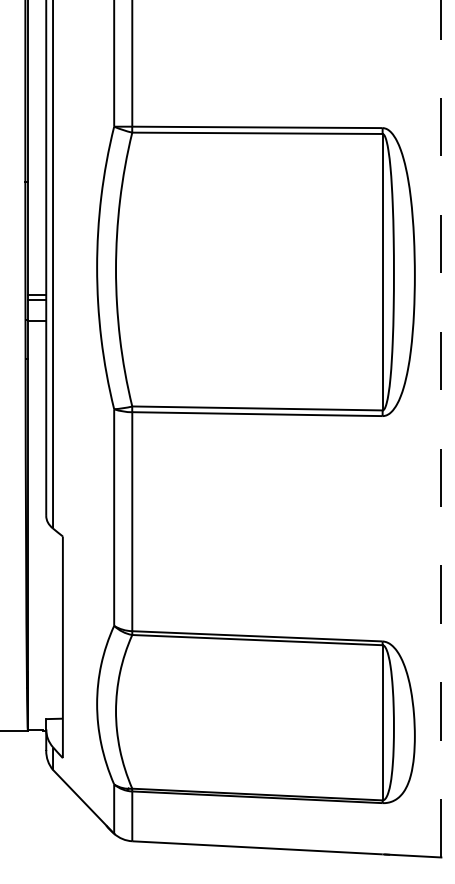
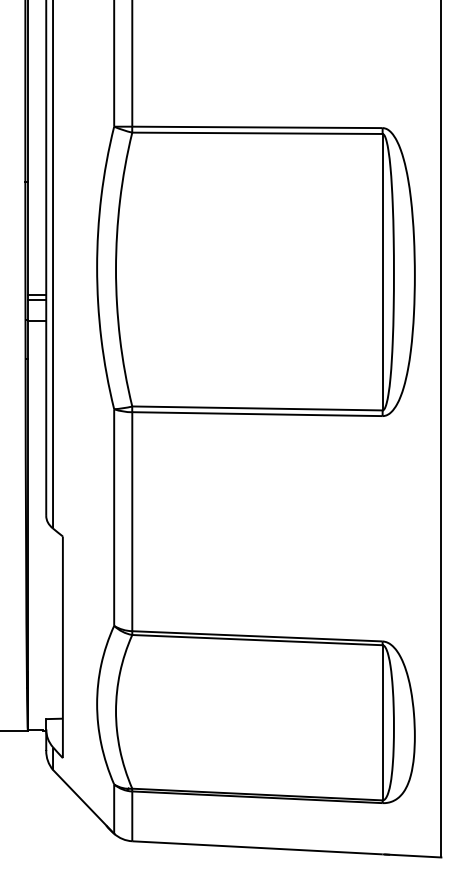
line at (441, 428): dashed -> solid
